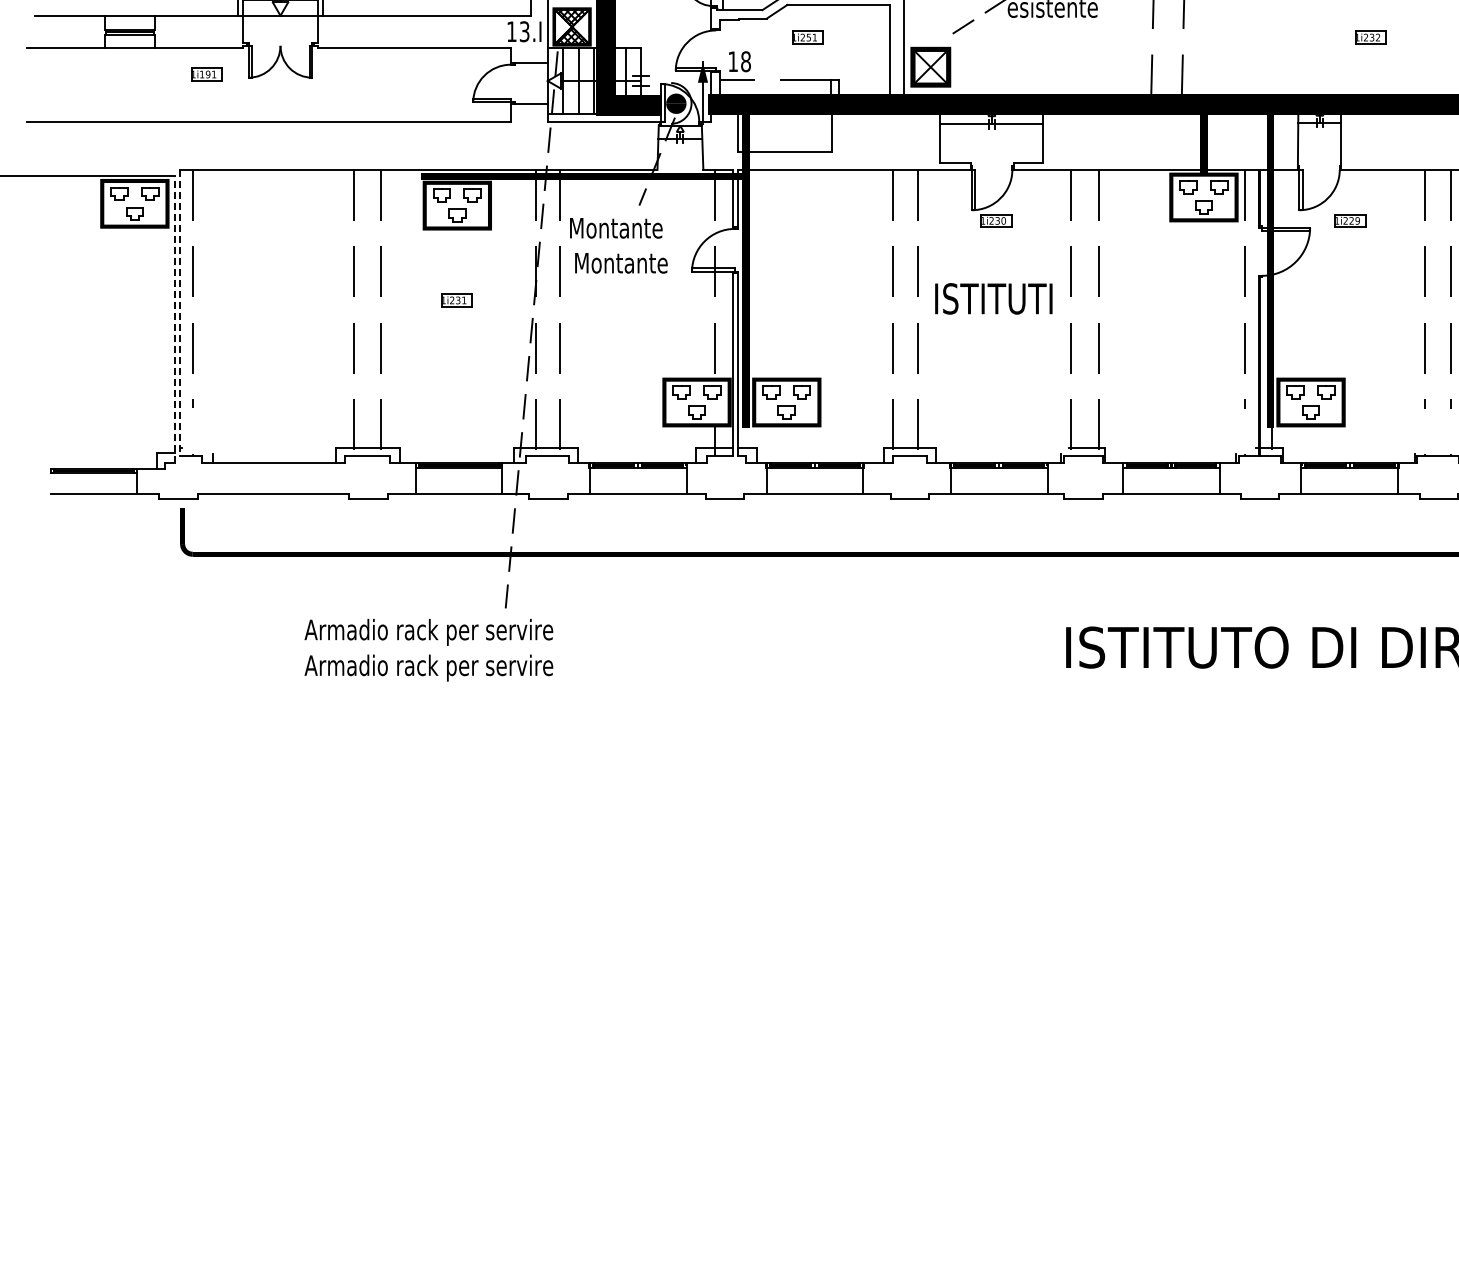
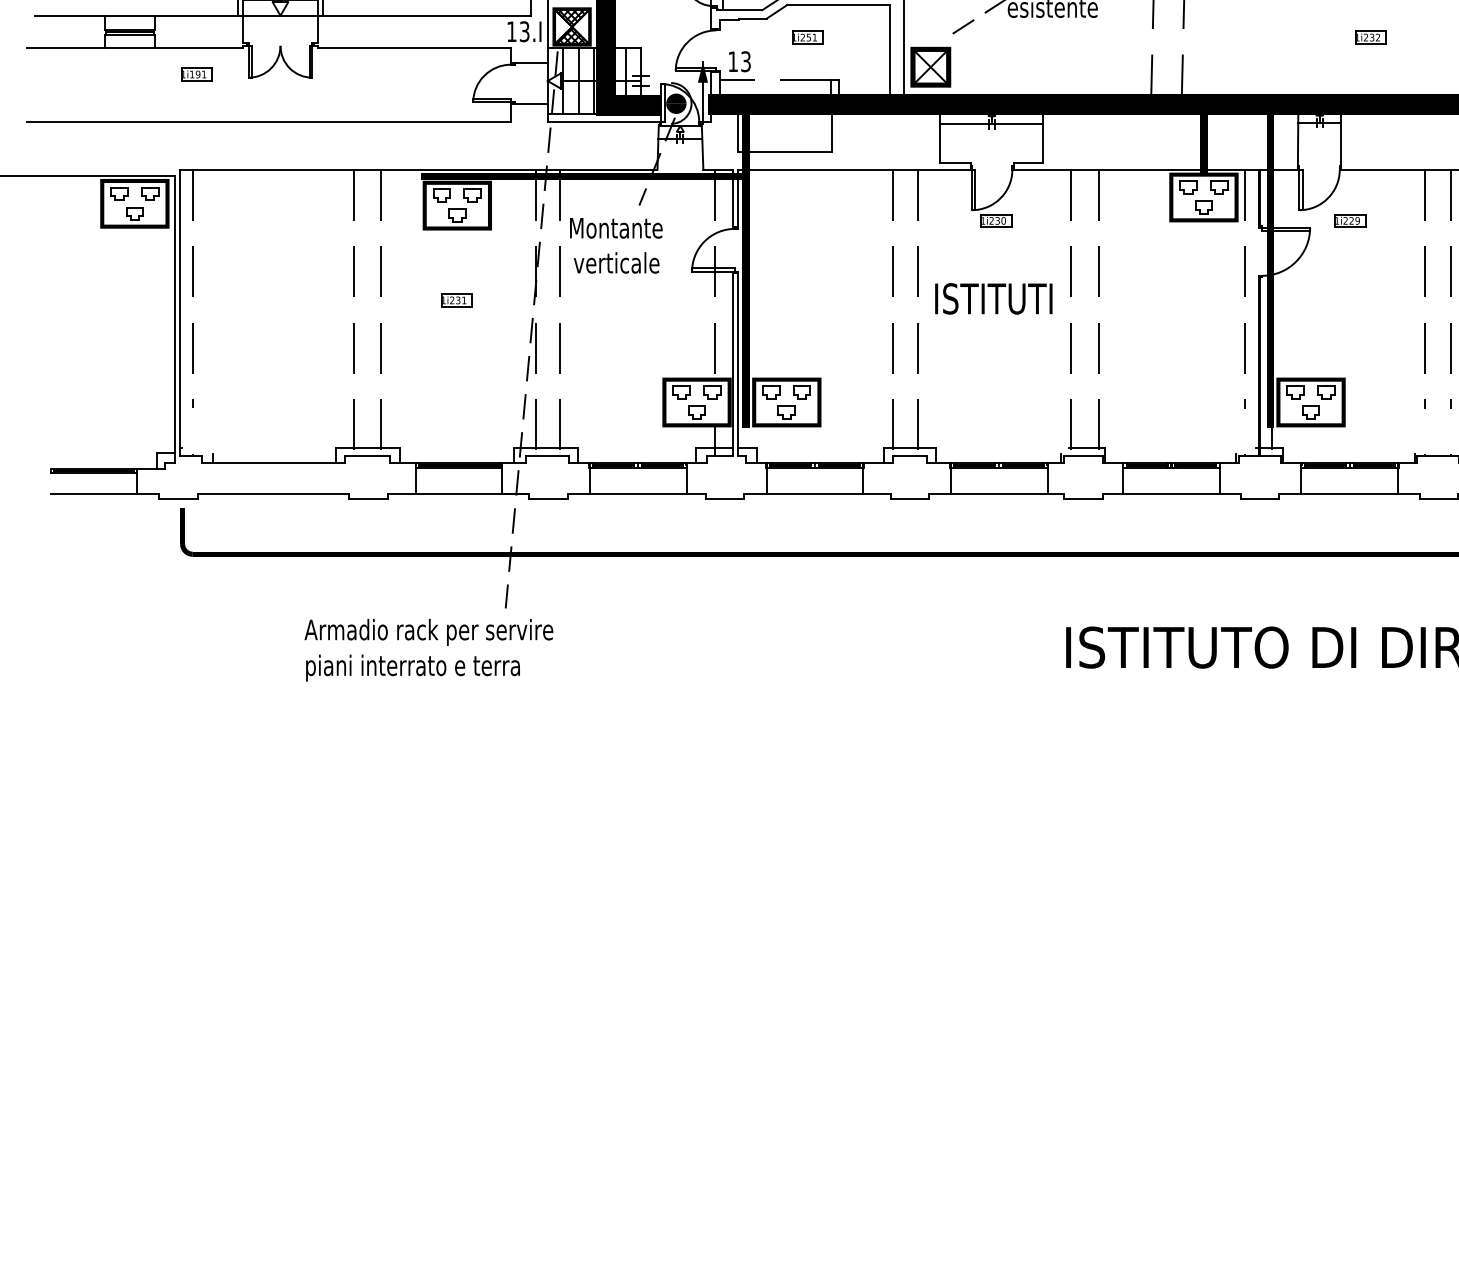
text at (745, 61): 18 -> 13
part at (206, 74) position: (206, 74) -> (196, 74)
text at (620, 262): Montante -> verticale
line at (180, 313): dashed -> solid
line at (174, 319): dashed -> solid
text at (428, 667): Armadio rack per servire -> piani interrato e terra
